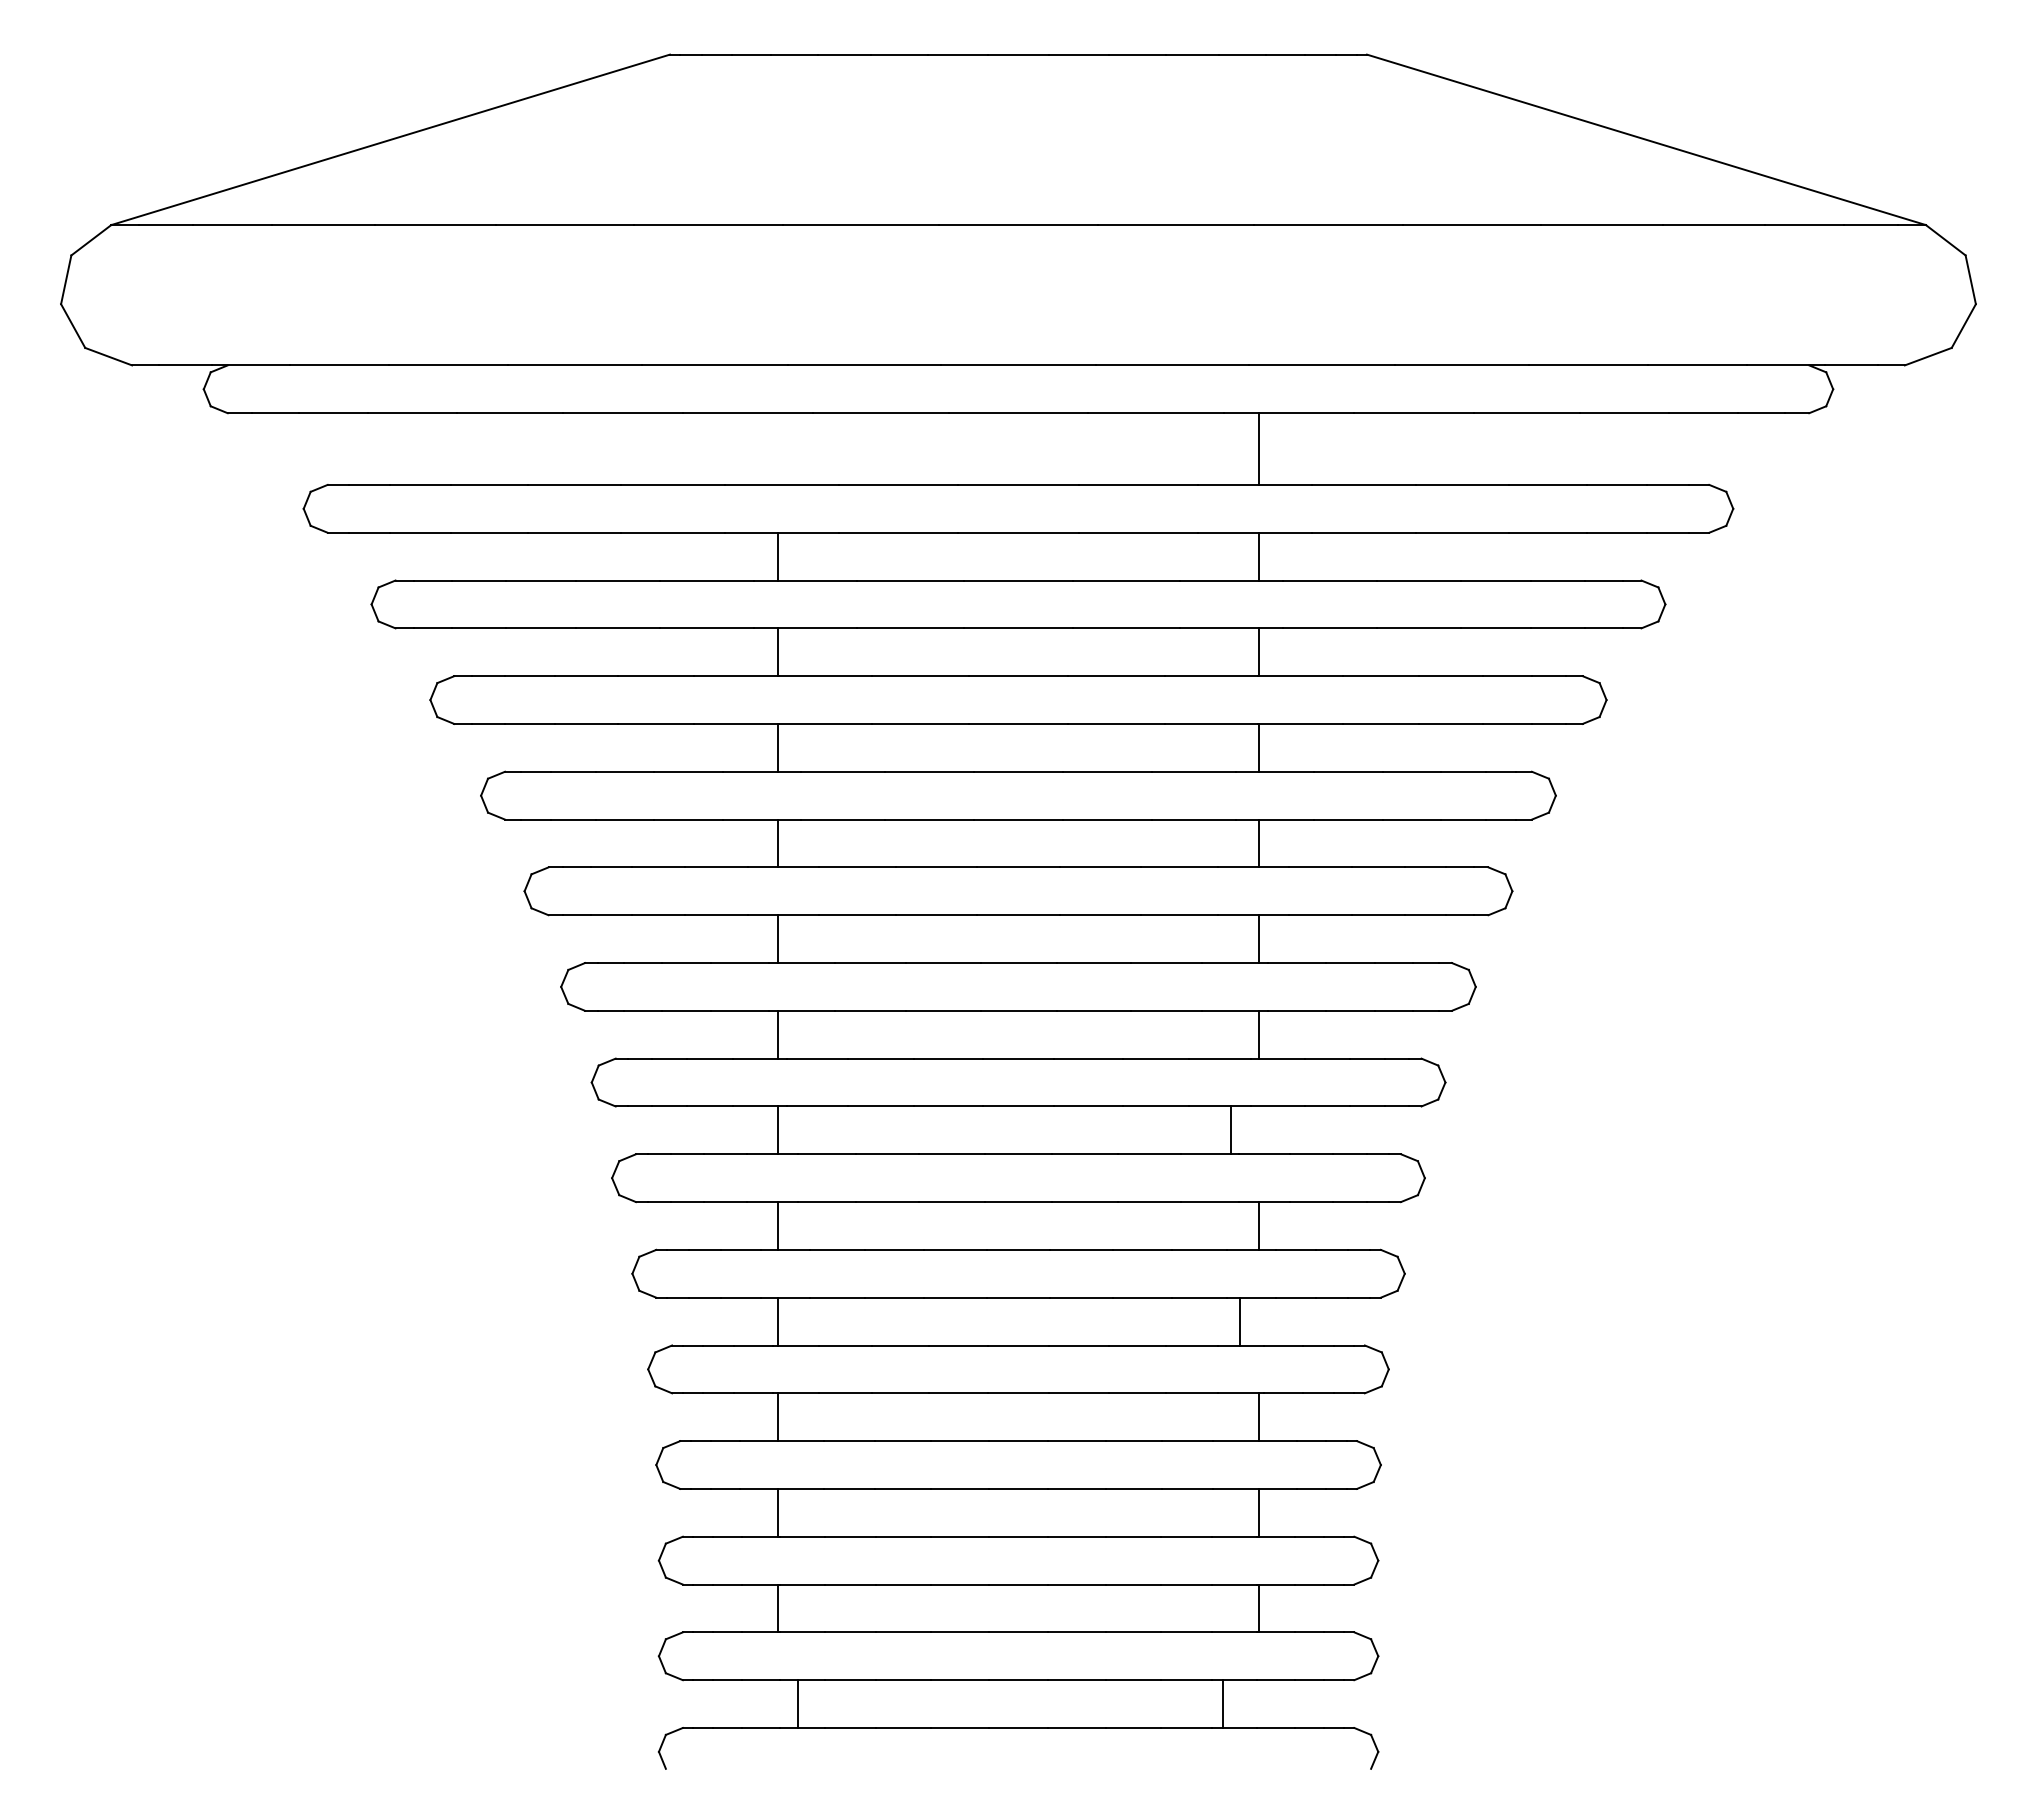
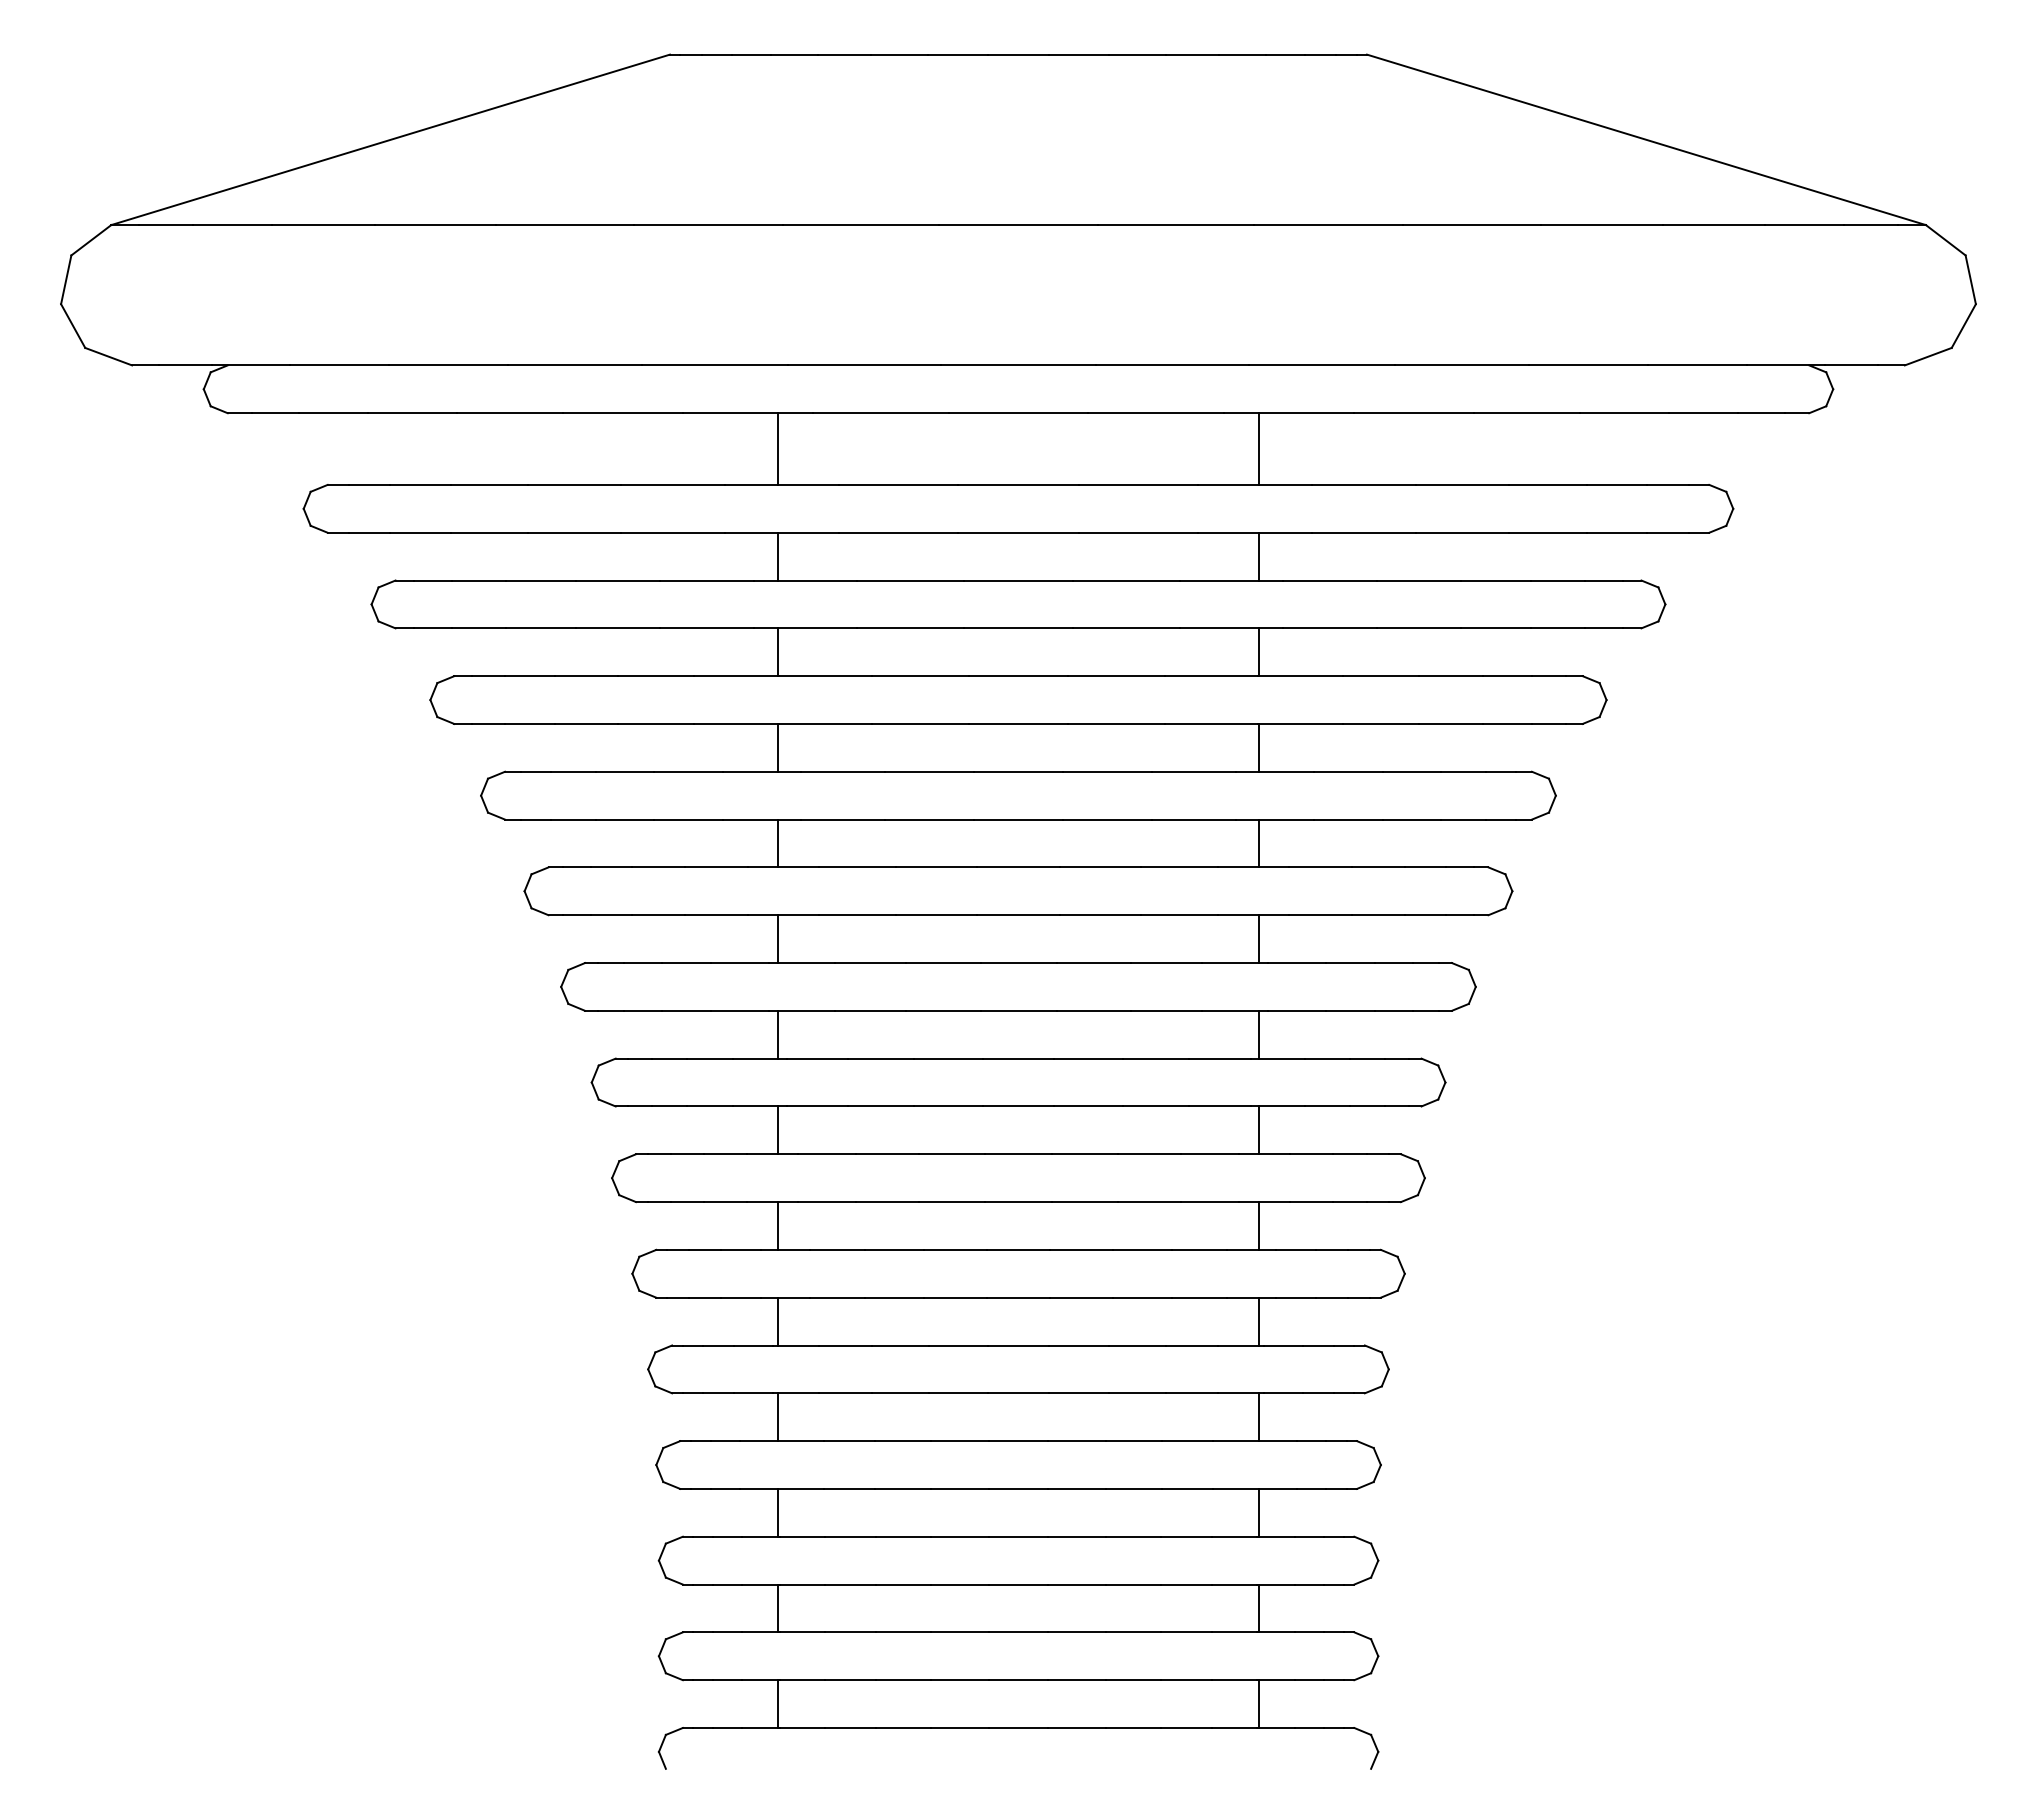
line at (777, 448): none -> present
line at (1231, 1130) position: (1231, 1130) -> (1259, 1130)
line at (1240, 1321) position: (1240, 1321) -> (1259, 1321)
line at (797, 1703) position: (797, 1703) -> (777, 1703)
line at (1223, 1703) position: (1223, 1703) -> (1259, 1703)
